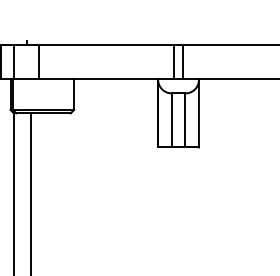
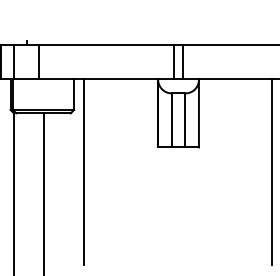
line at (272, 171): none -> present
line at (84, 172): none -> present
line at (31, 192) position: (31, 192) -> (44, 192)
